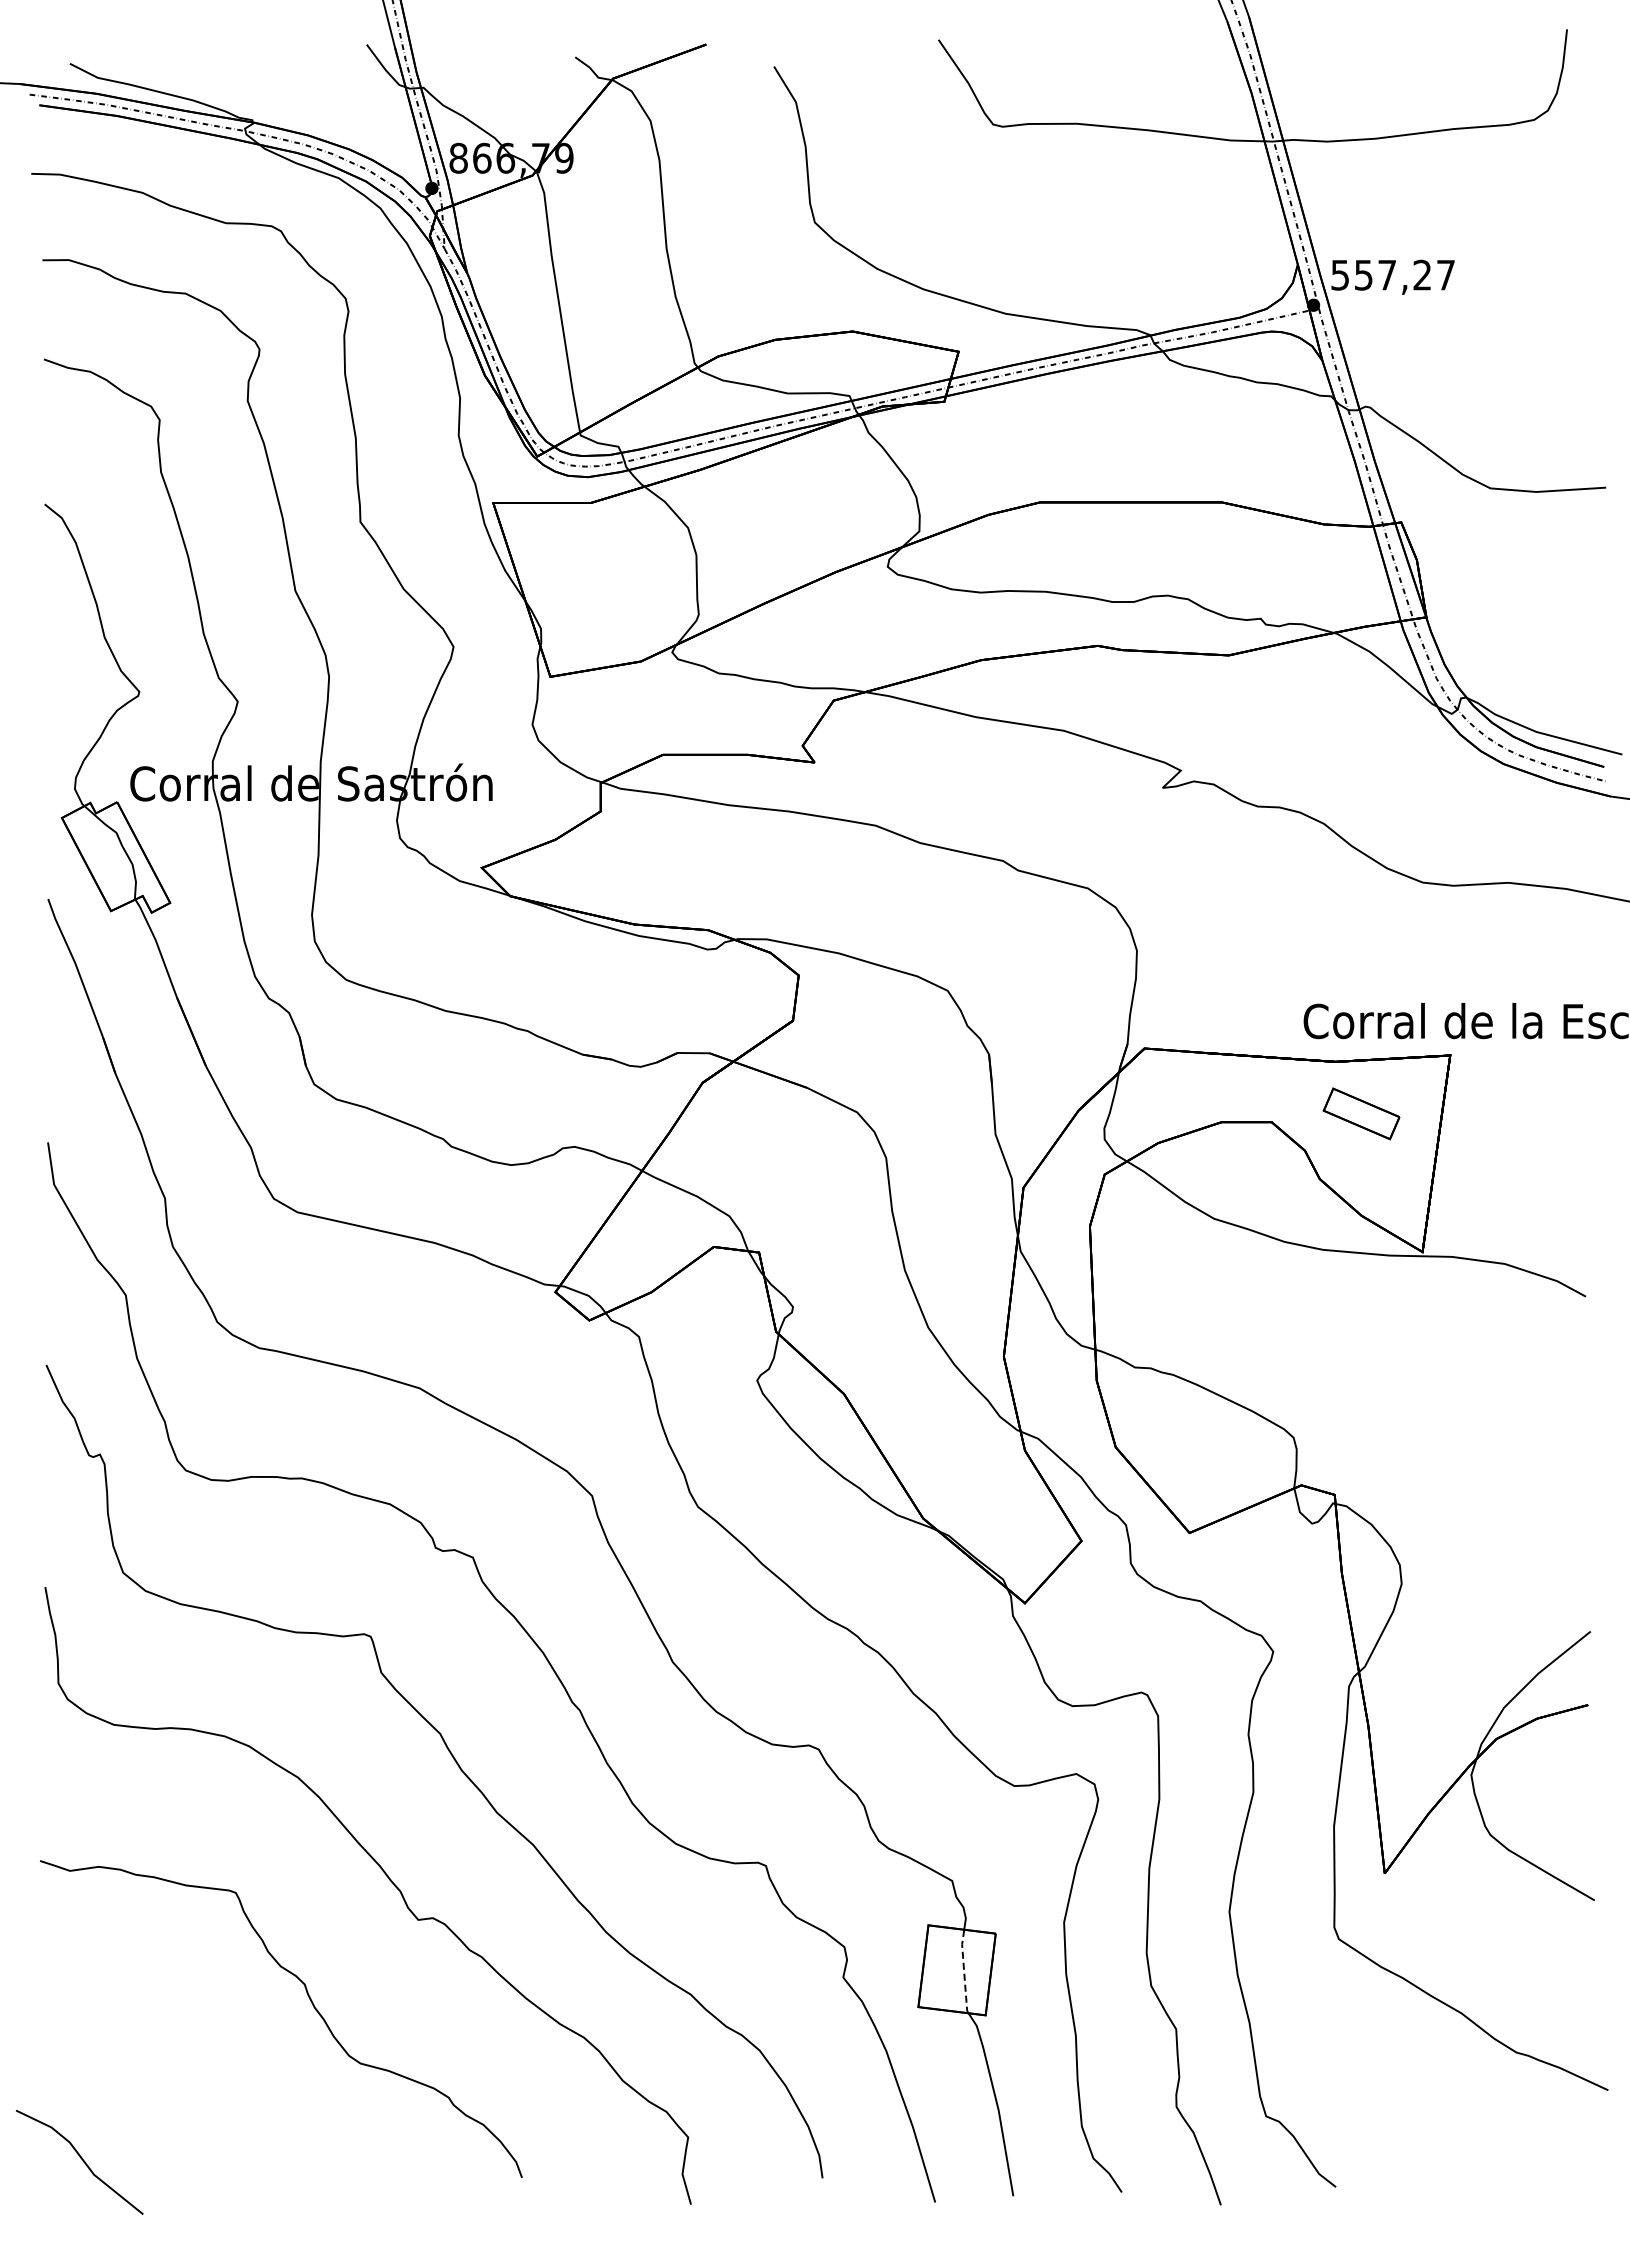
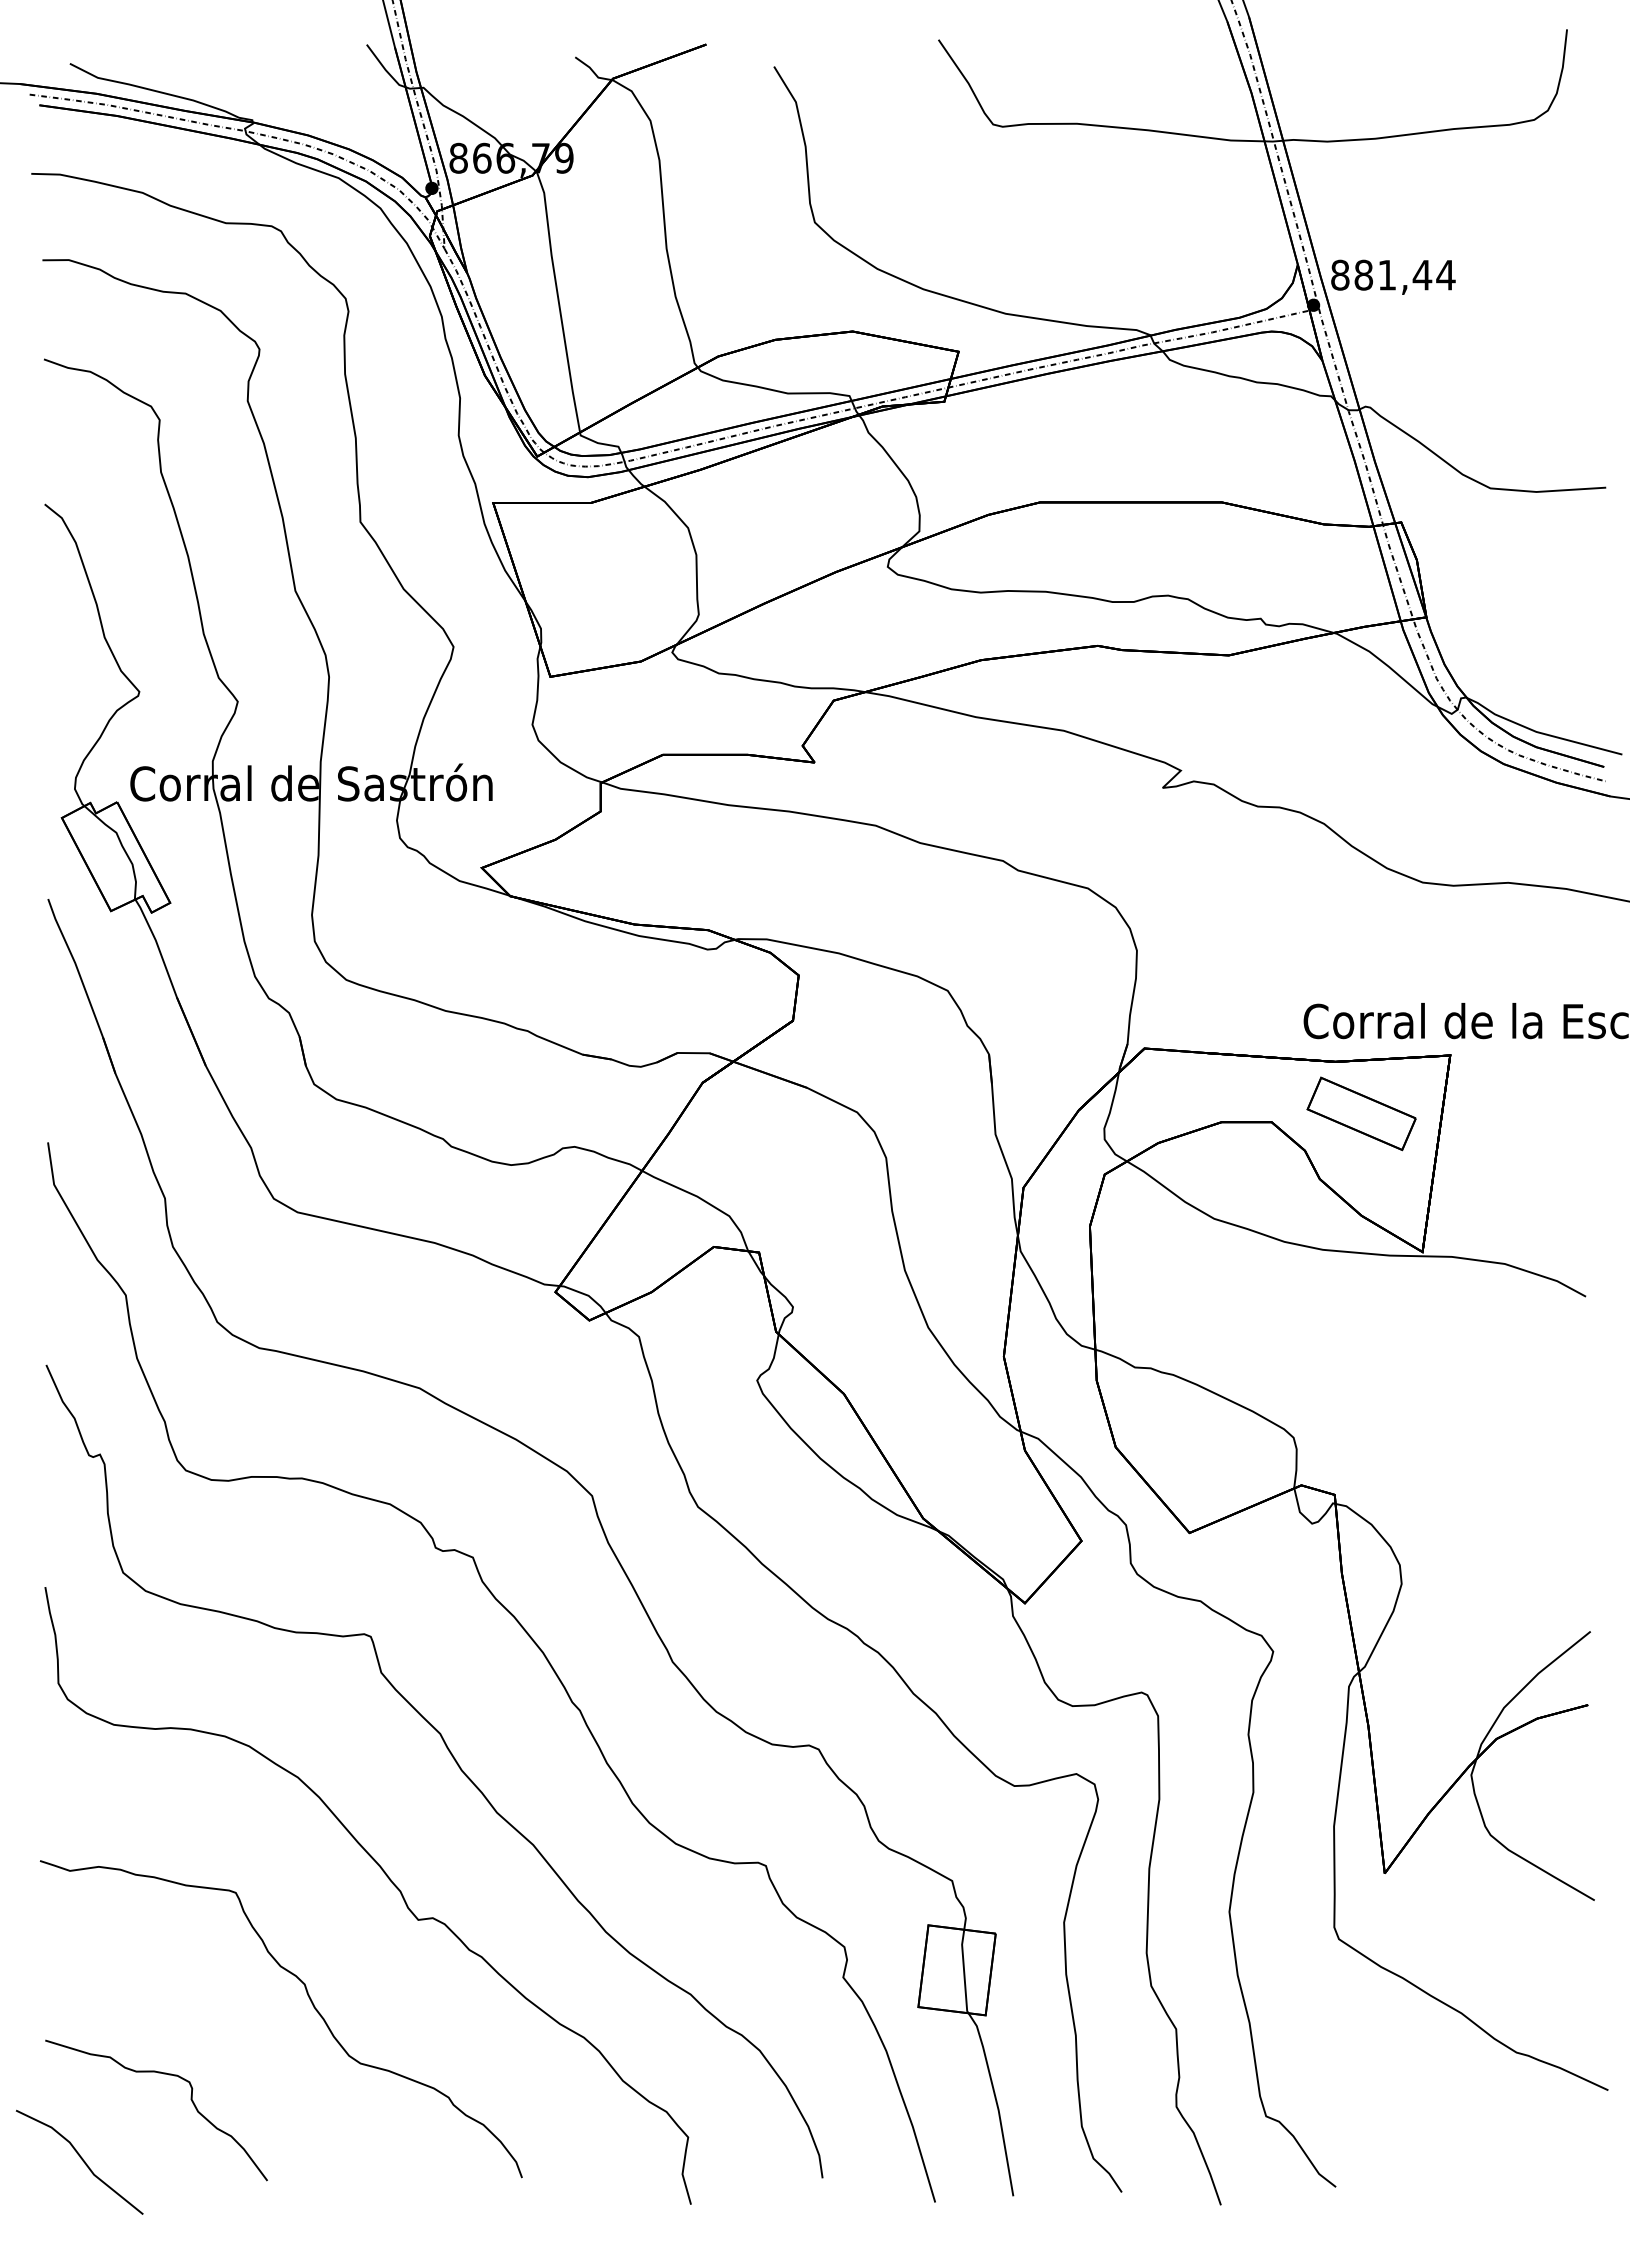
text at (1393, 274): 557,27 -> 881,44
part at (1361, 1113) size: 79x54 px -> 111x76 px
line at (964, 1971): dashed -> solid
curve at (190, 2099): none -> present
